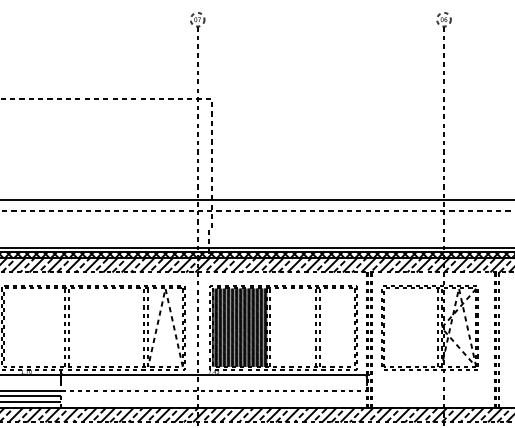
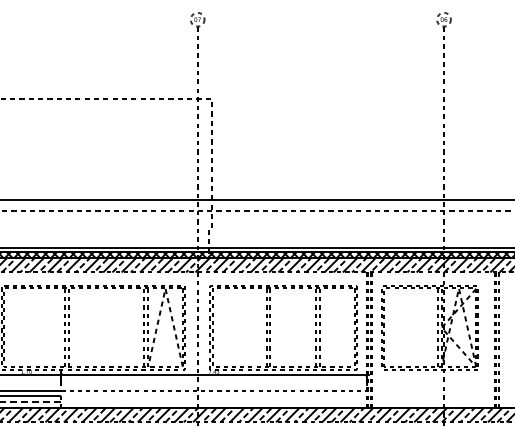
hatch at (239, 327): present -> none
line at (30, 402): solid -> dashed
